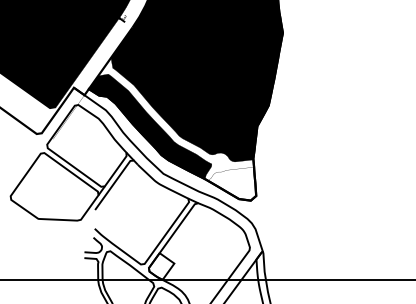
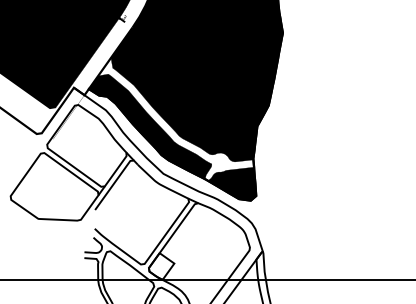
fill at (231, 183): none -> present
